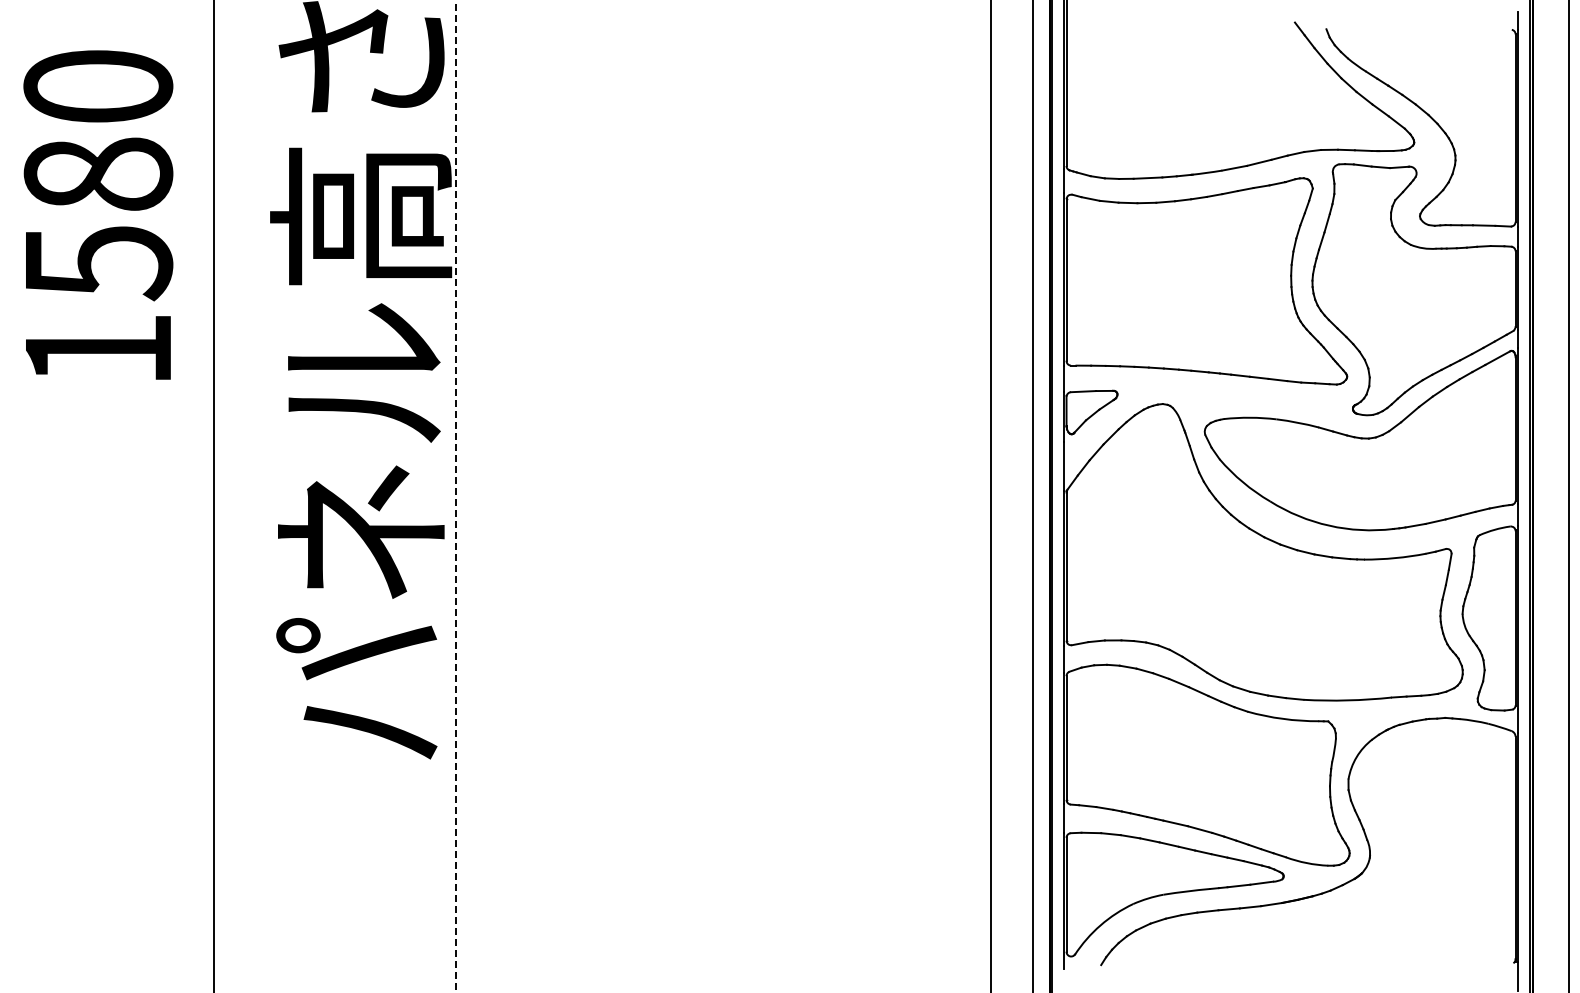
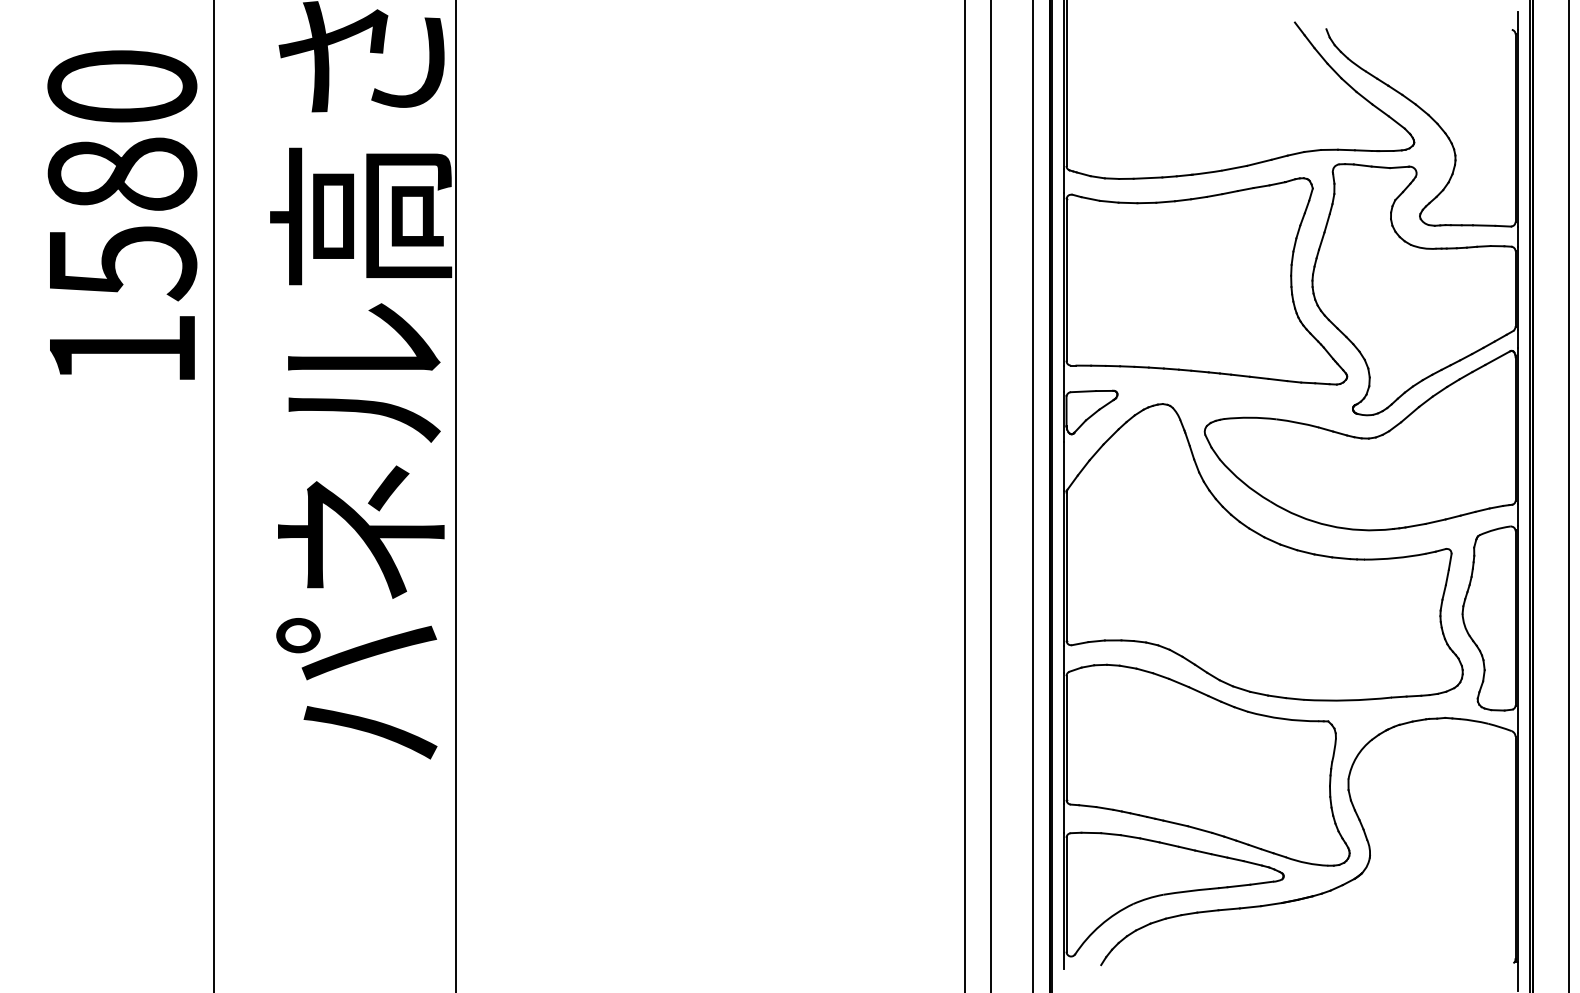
text at (98, 214) position: (98, 214) -> (122, 214)
line at (965, 495): none -> present
line at (455, 496): dashed -> solid
